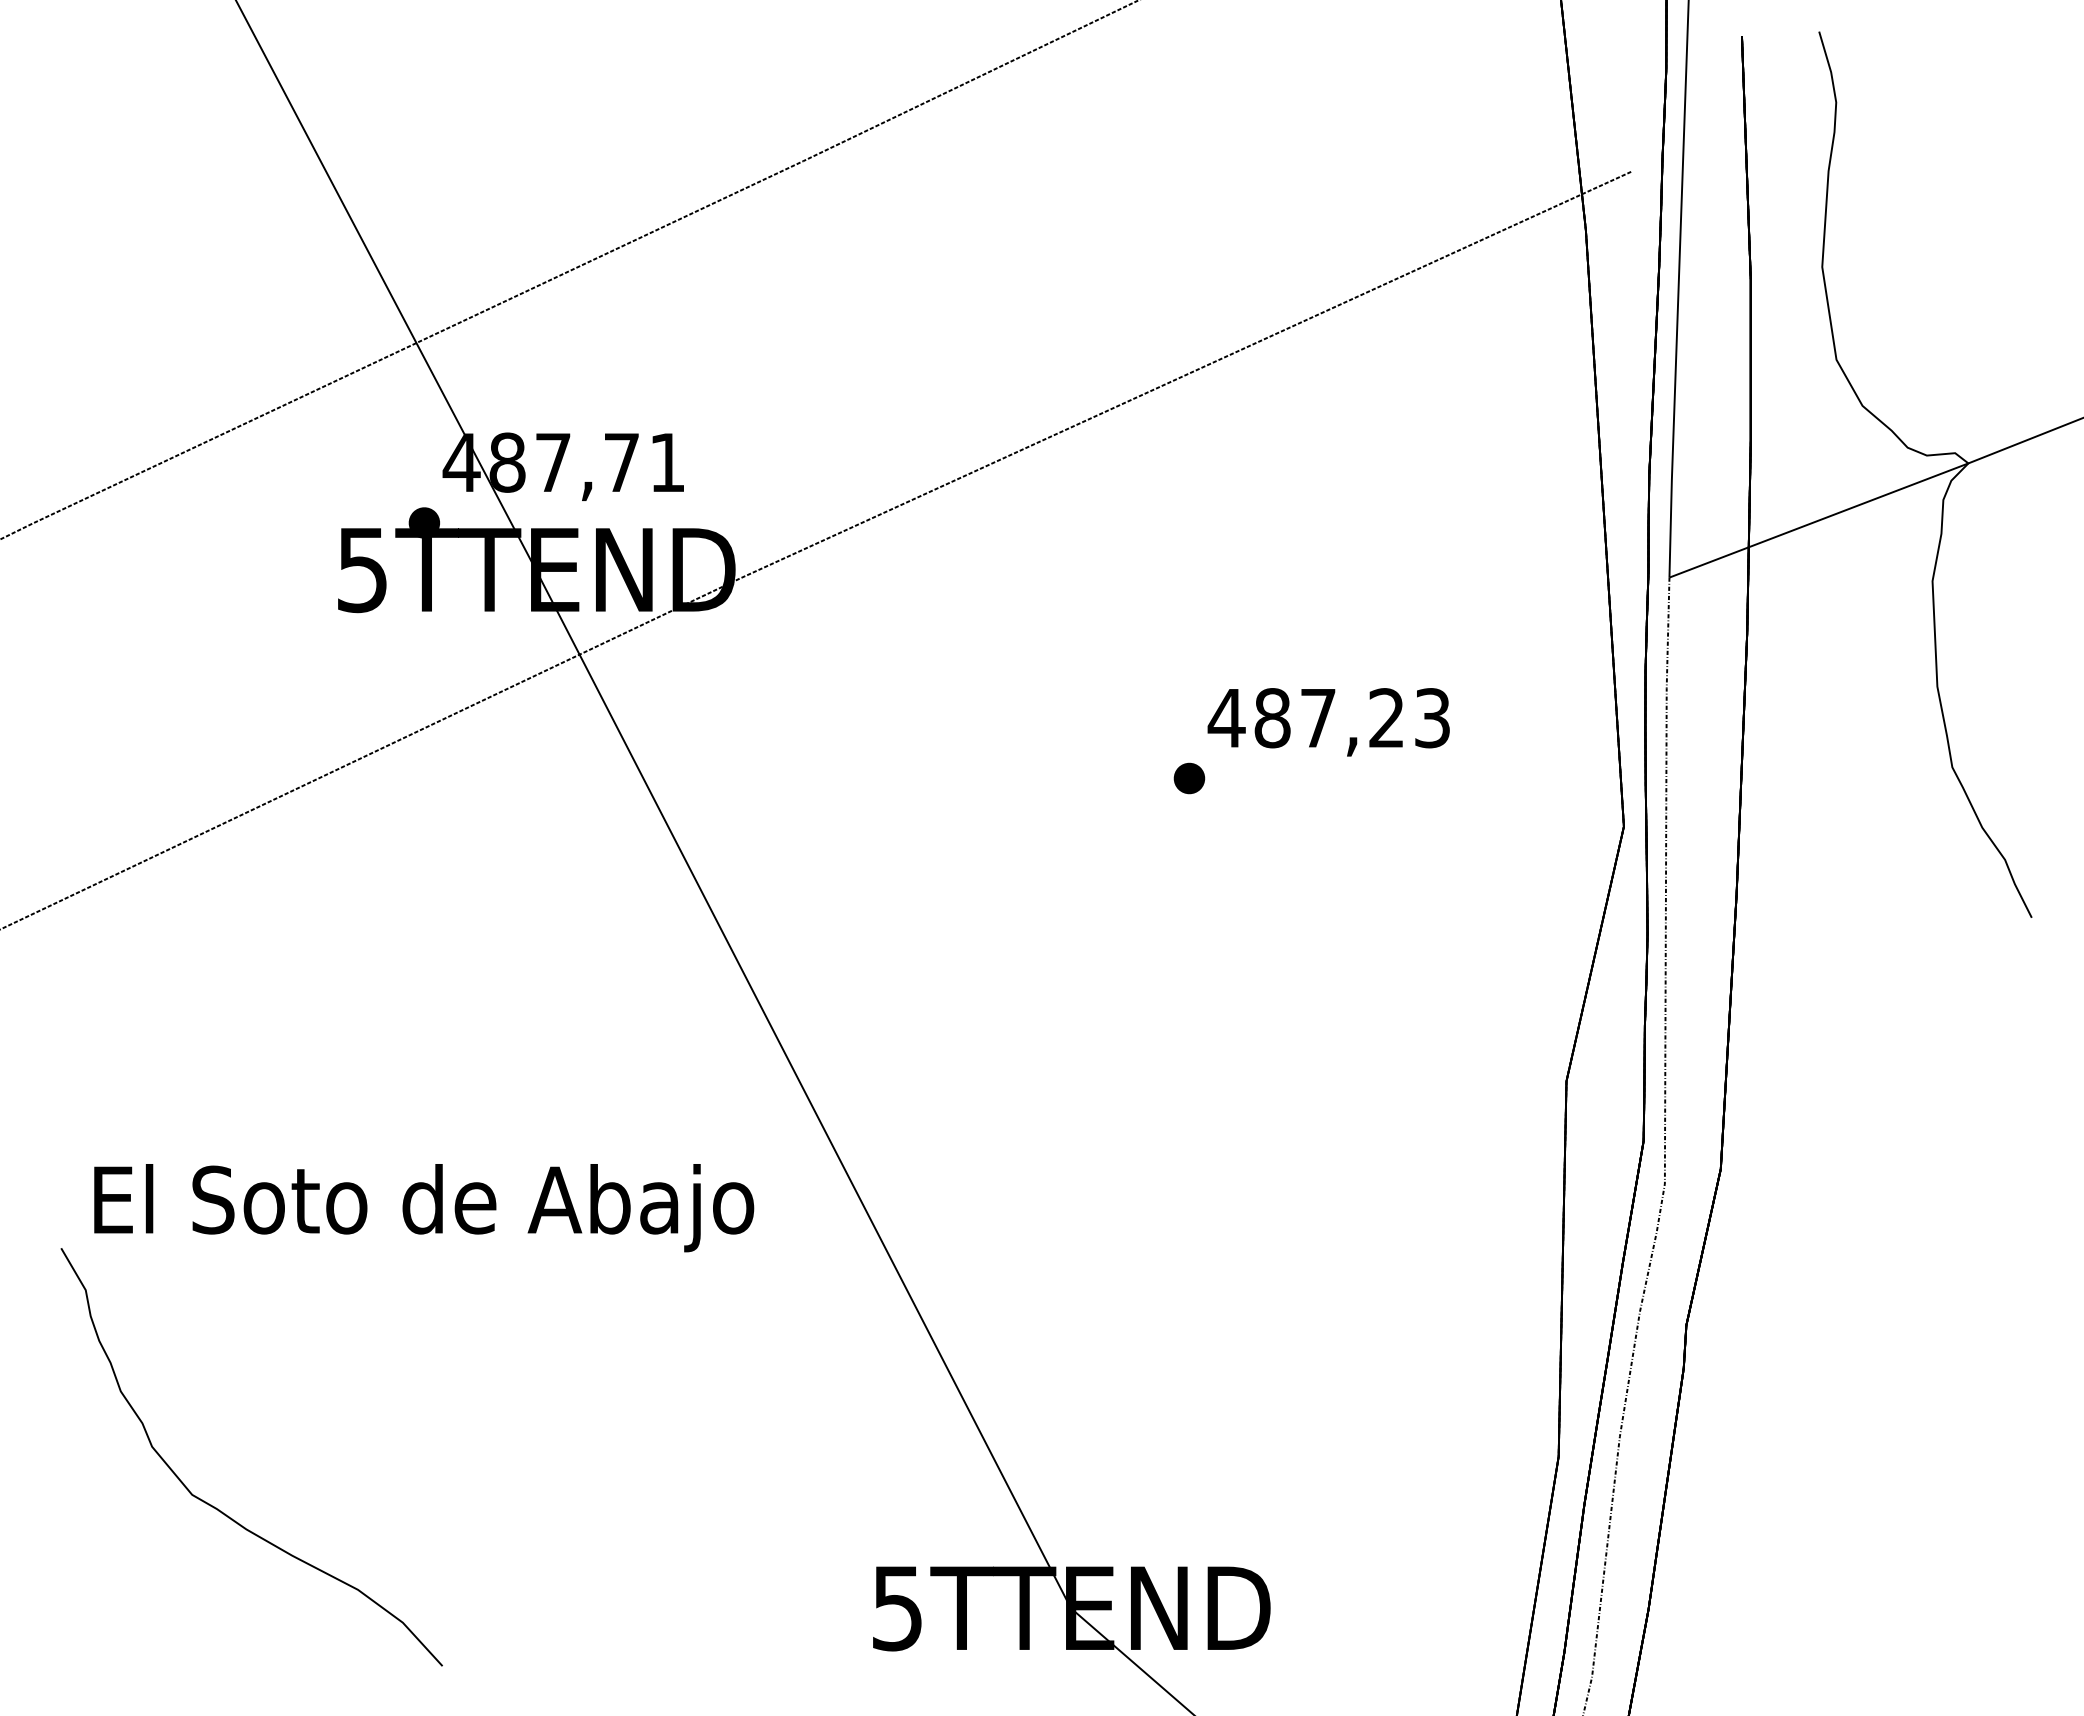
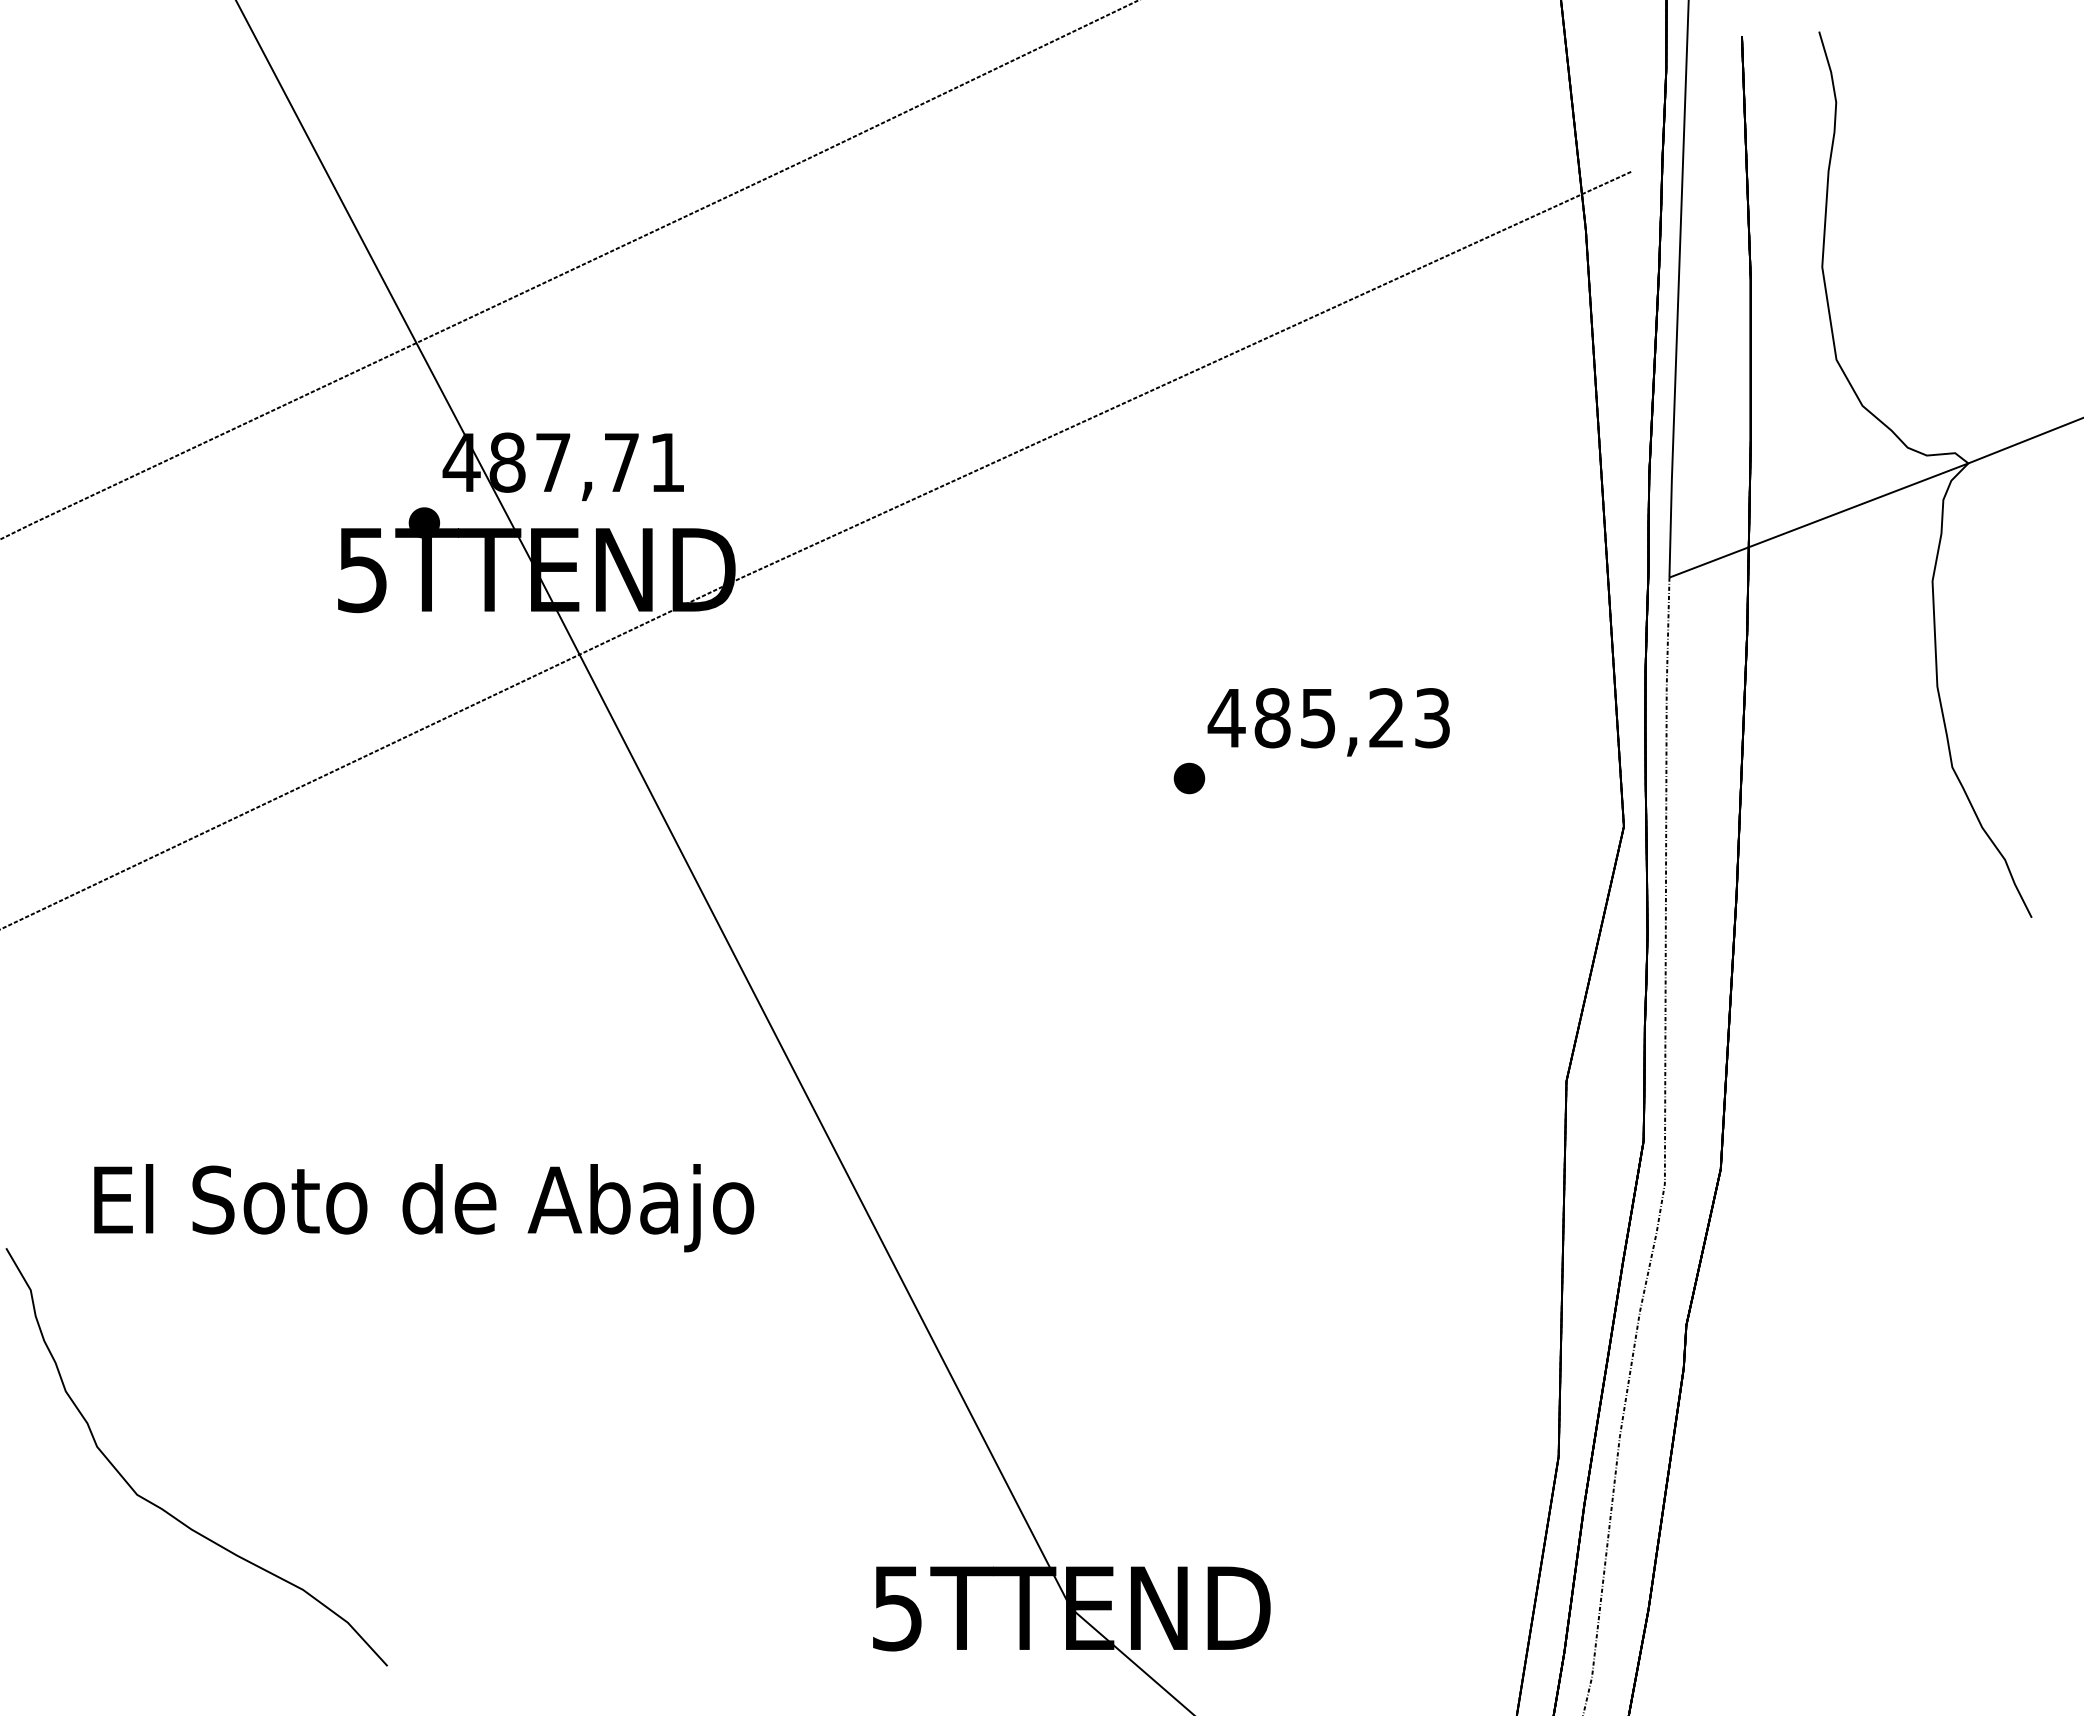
text at (1318, 718): 487,23 -> 485,23
curve at (216, 1507) position: (216, 1507) -> (161, 1507)
